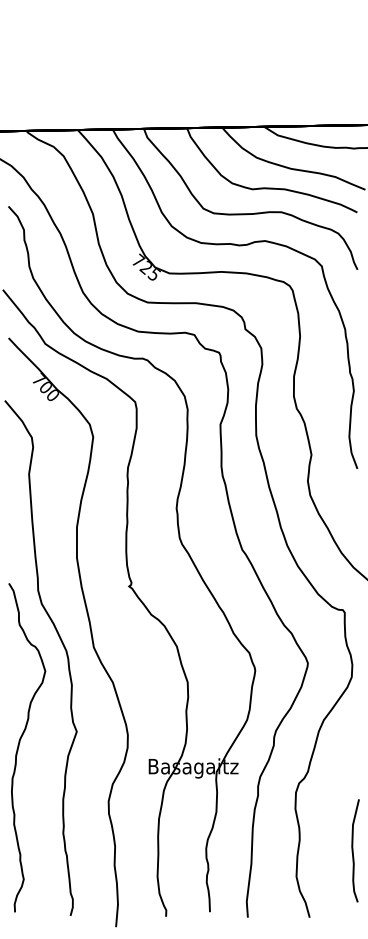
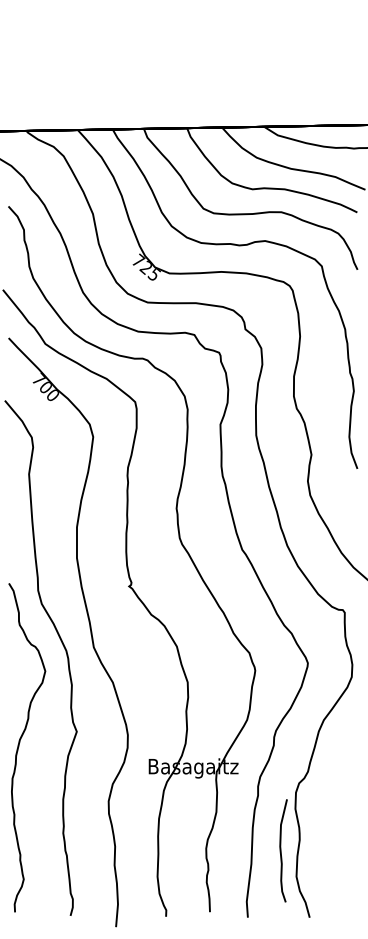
curve at (353, 850) position: (353, 850) -> (281, 850)
